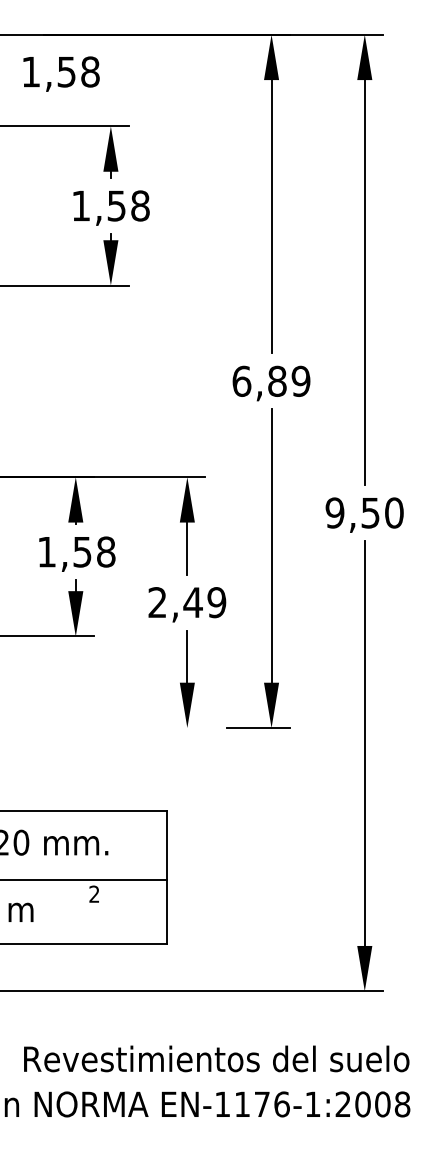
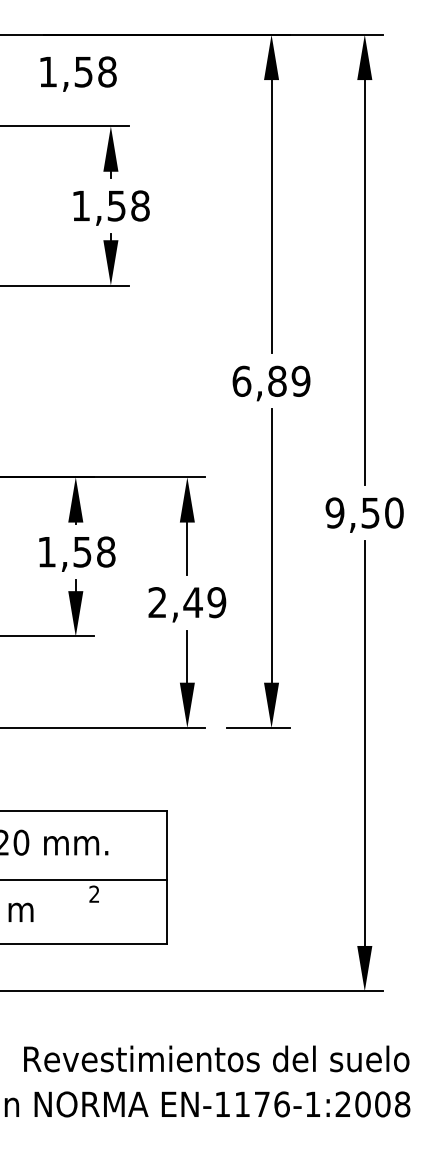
text at (61, 73) position: (61, 73) -> (78, 73)
line at (103, 728): none -> present
